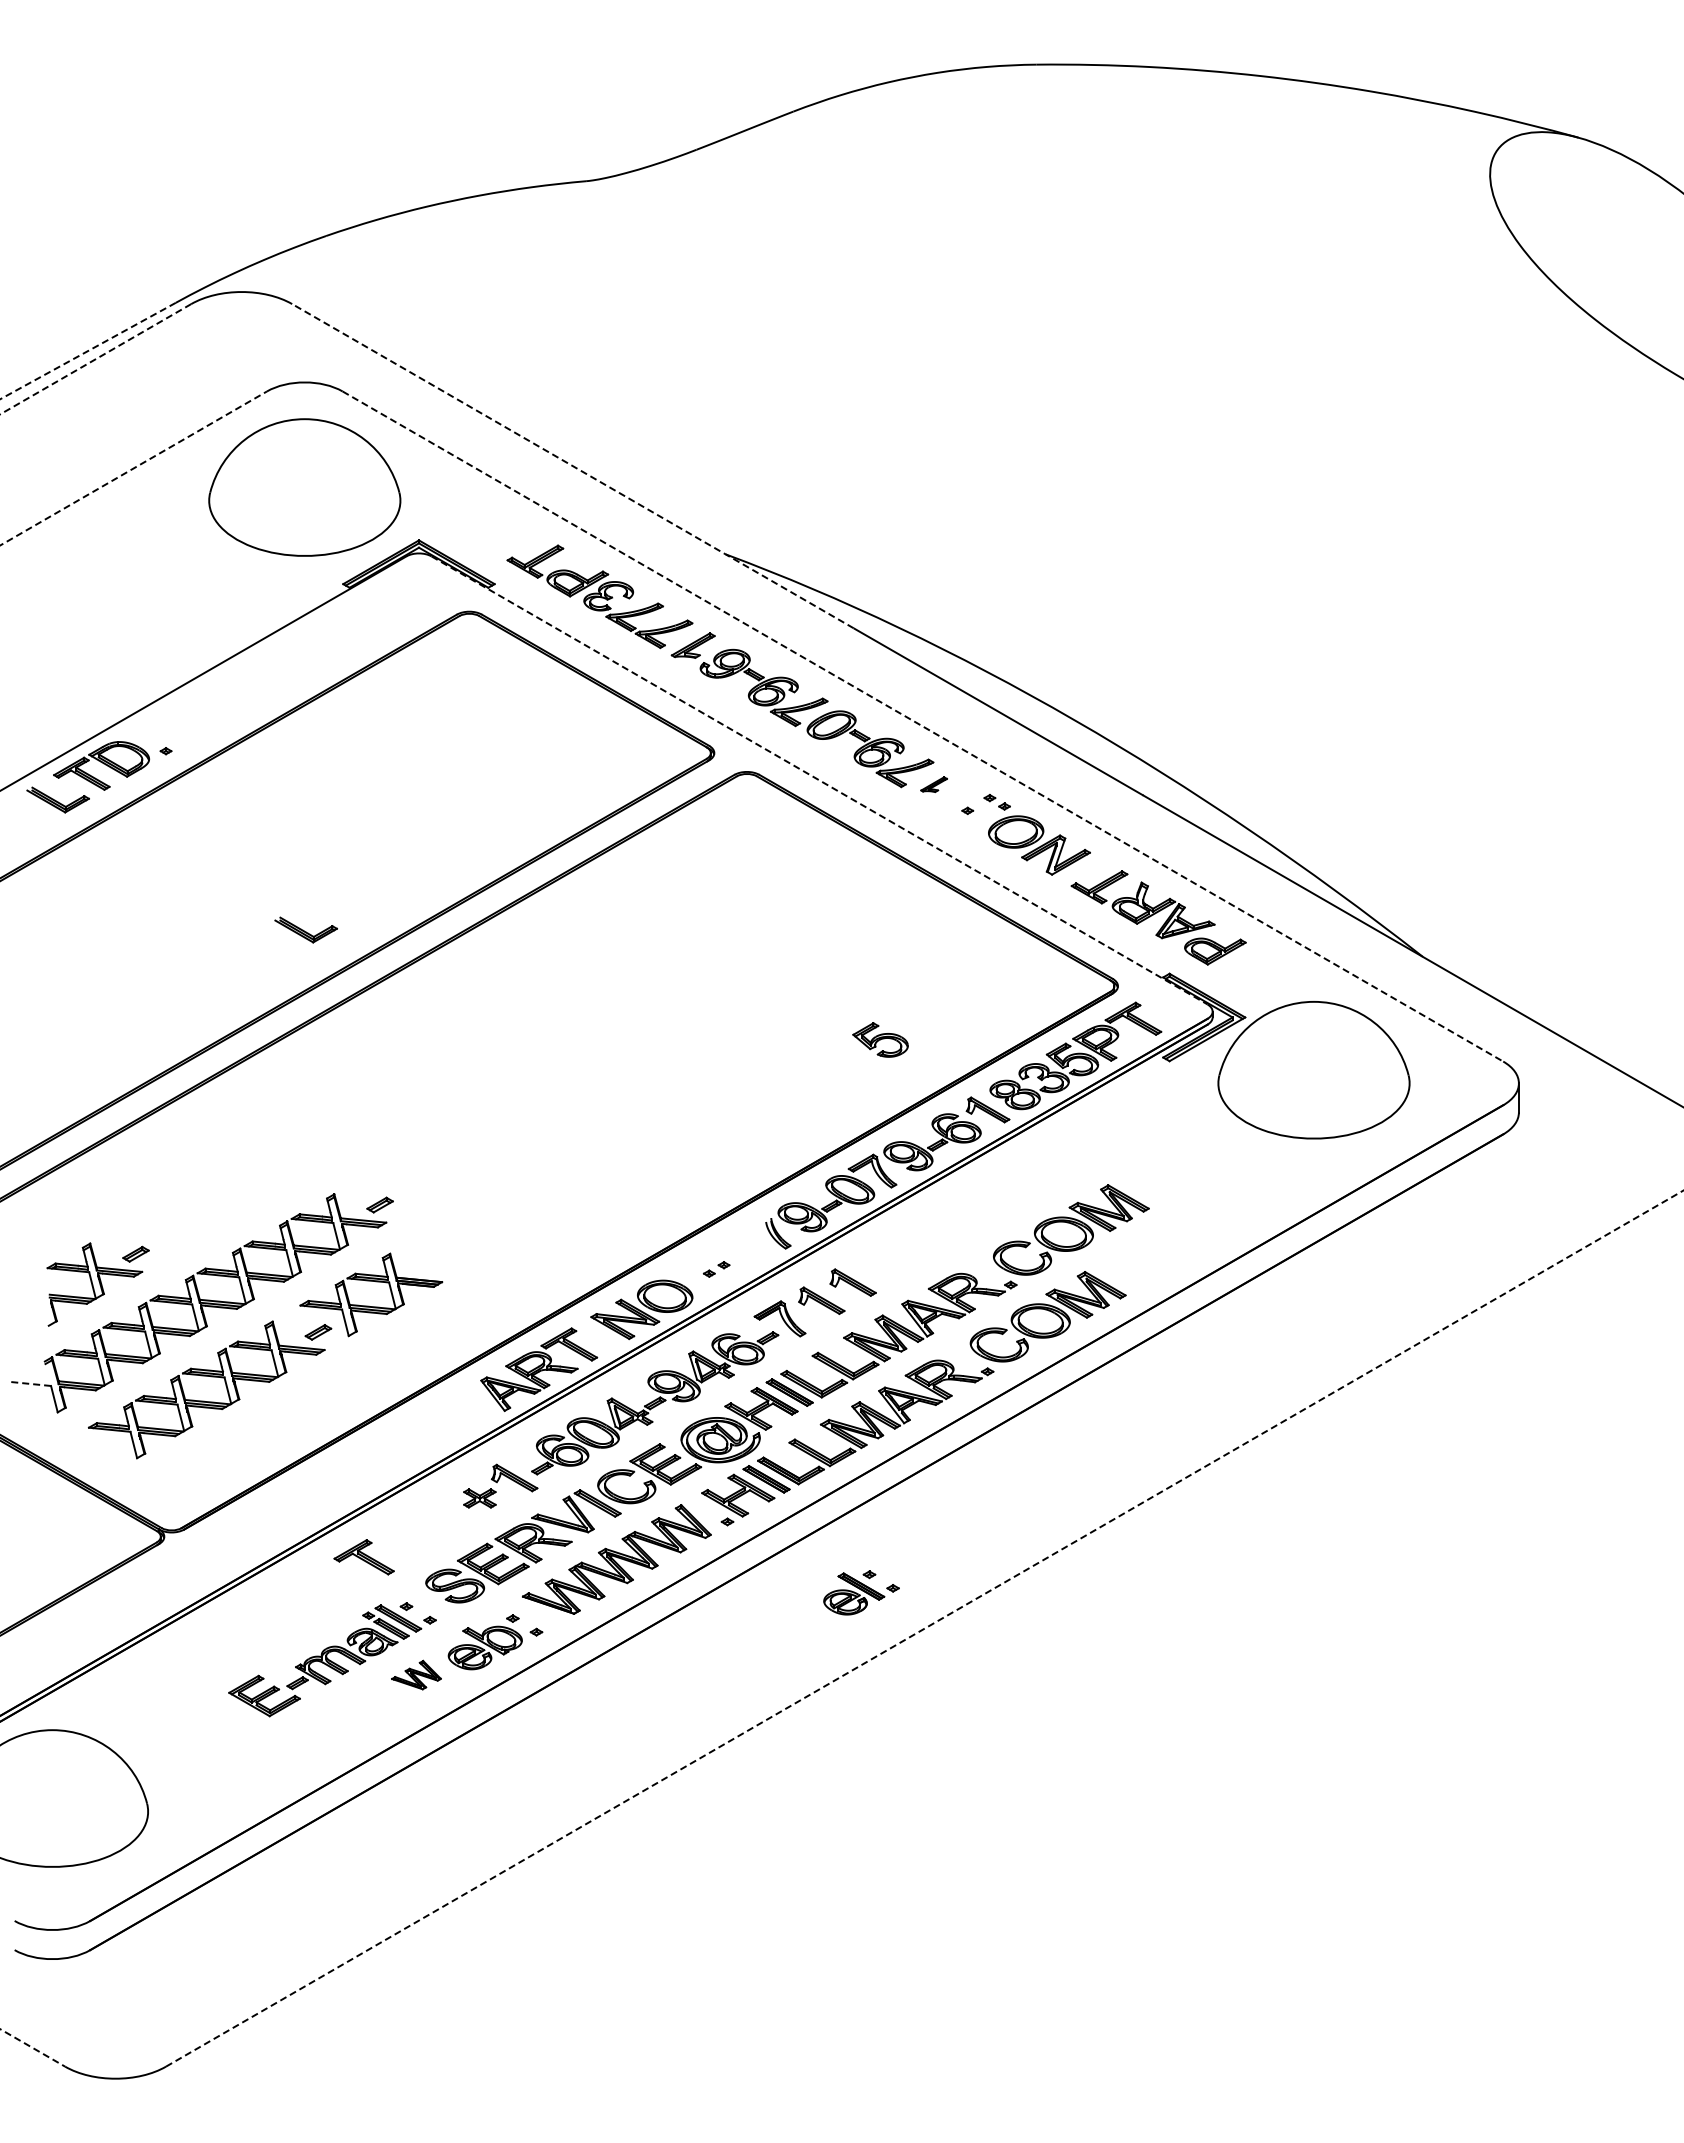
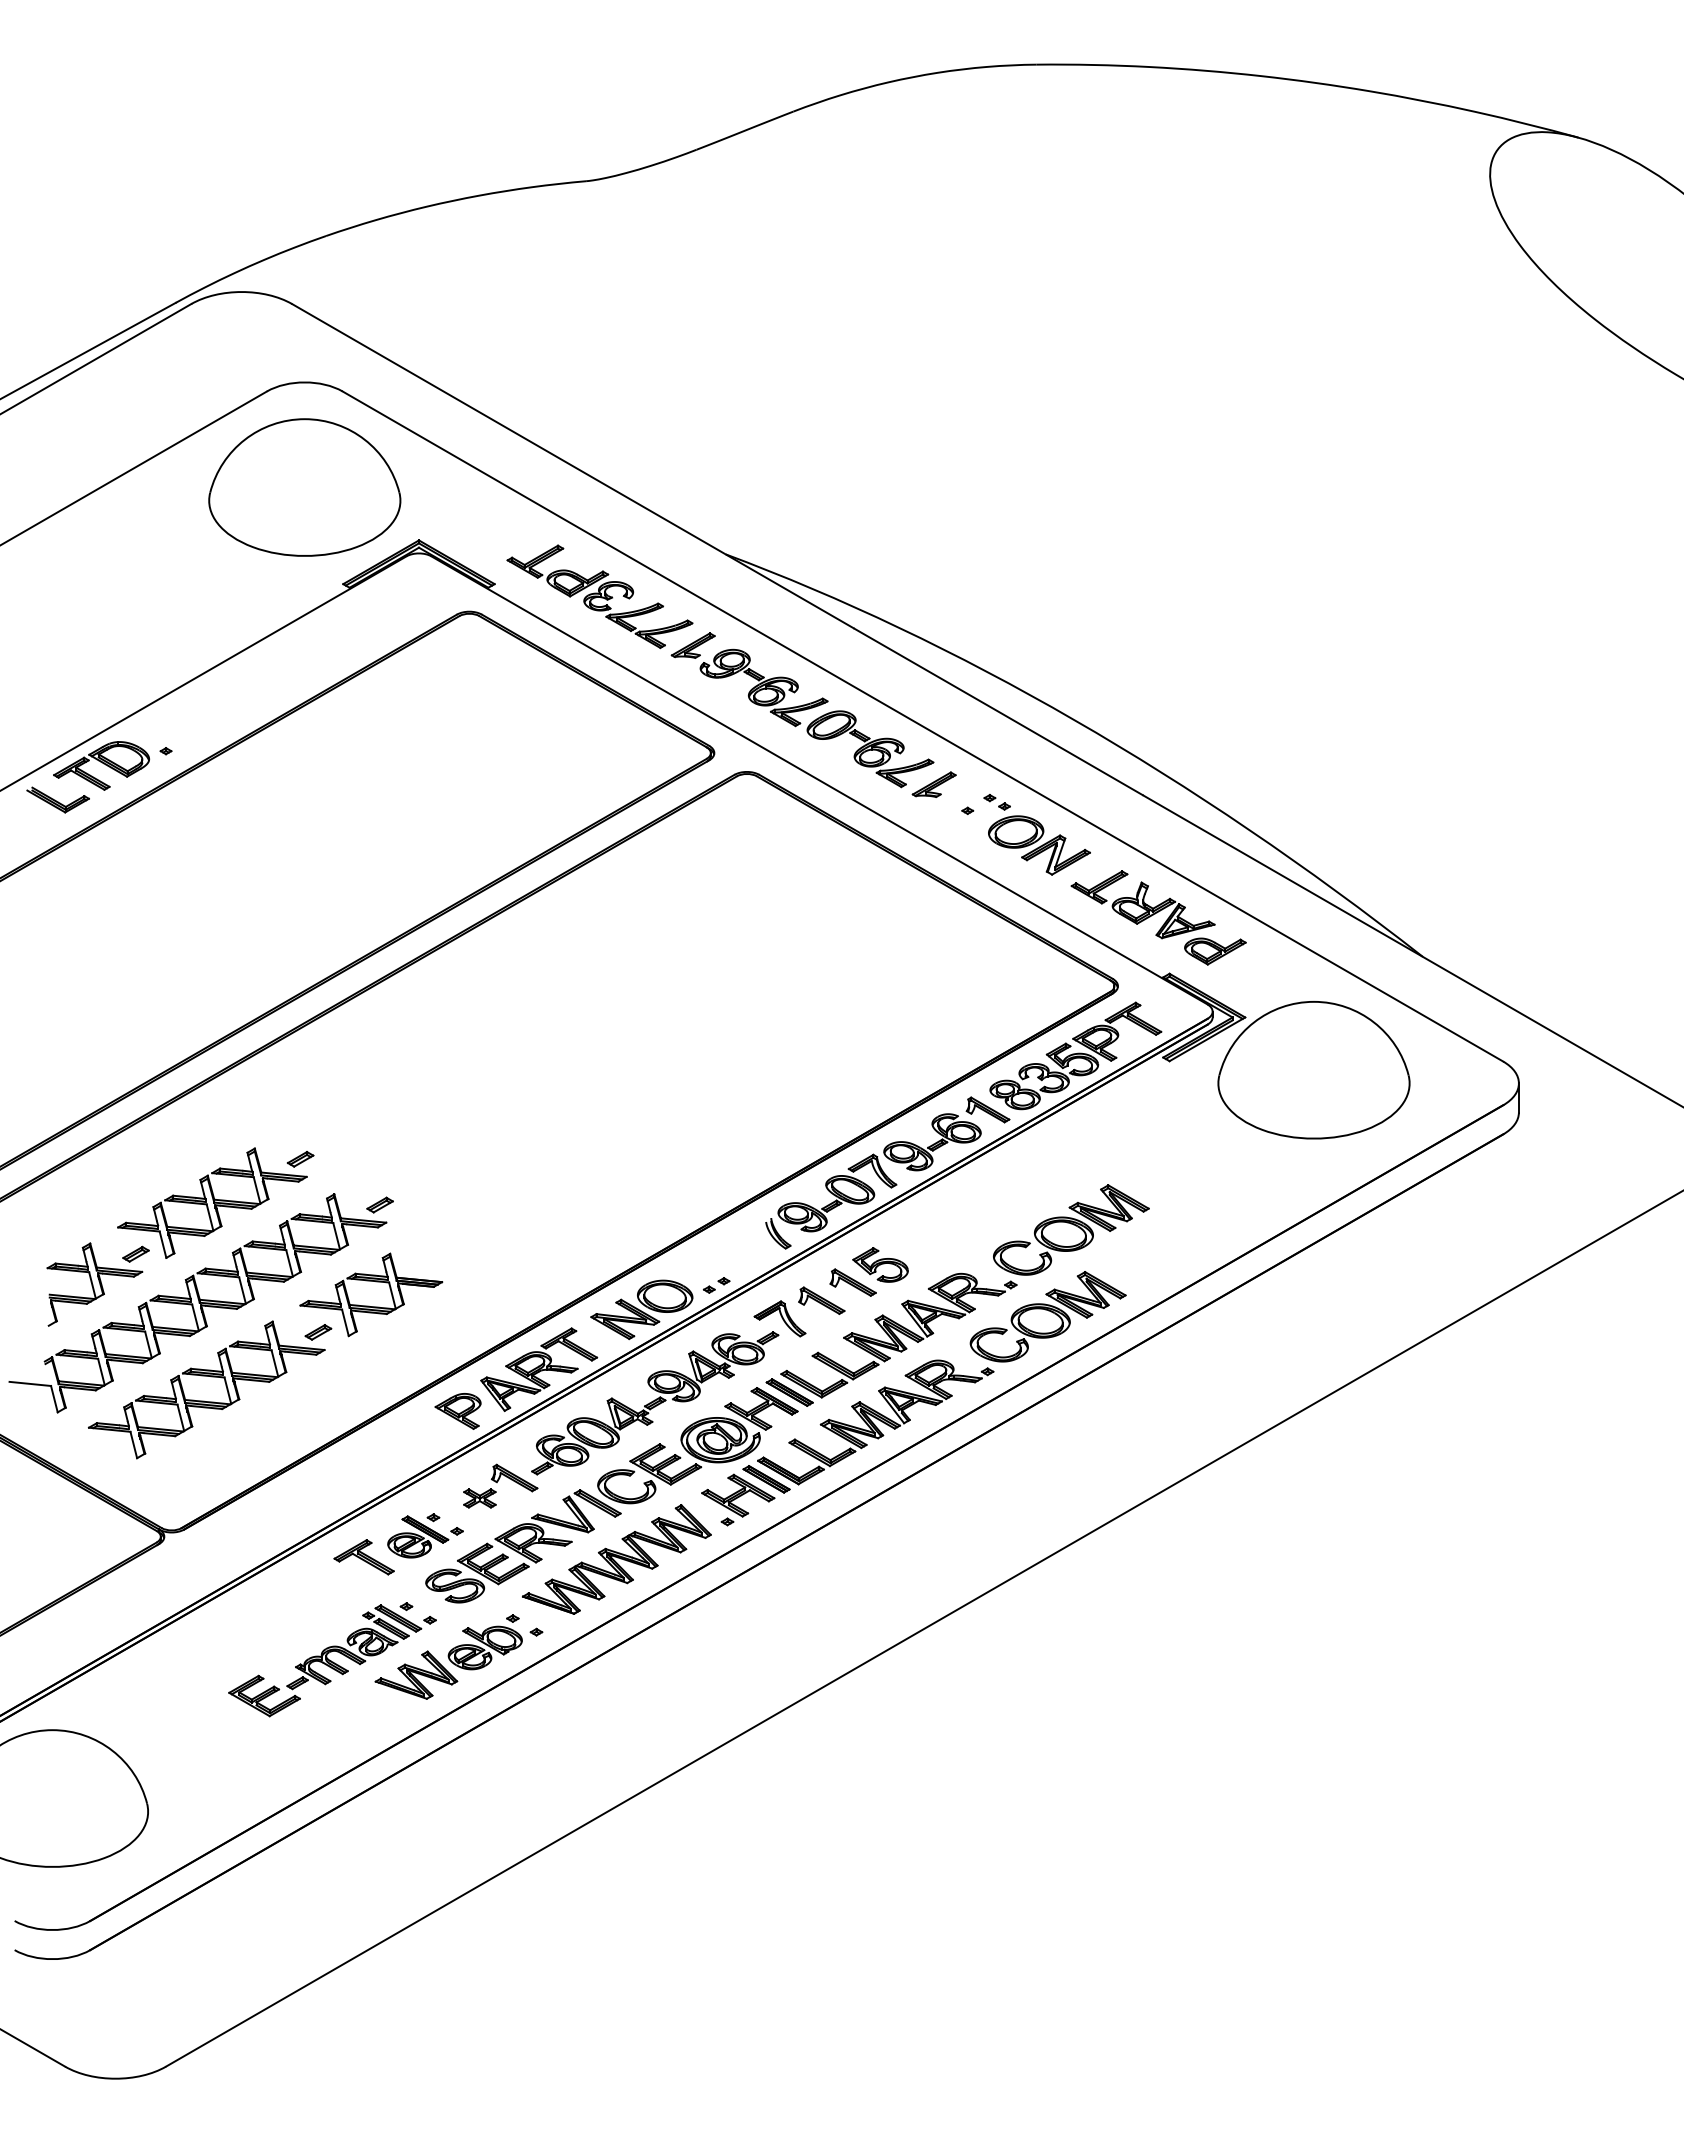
line at (88, 350): dashed -> solid
line at (96, 359): dashed -> solid
line at (572, 465): dashed -> solid
line at (133, 468): dashed -> solid
line at (923, 726): dashed -> solid
line at (819, 780): dashed -> solid
part at (933, 784) size: 28x17 px -> 46x27 px
part at (305, 929): present -> none
part at (880, 1039) position: (880, 1039) -> (880, 1264)
part at (215, 1202): none -> present
part at (716, 1269) position: (716, 1269) -> (716, 1285)
line at (30, 1383): dashed -> solid
part at (457, 1411): none -> present
part at (861, 1592) position: (861, 1592) -> (425, 1535)
line at (925, 1628): dashed -> solid
part at (416, 1674) size: 51x32 px -> 85x50 px
line at (33, 2048): dashed -> solid
